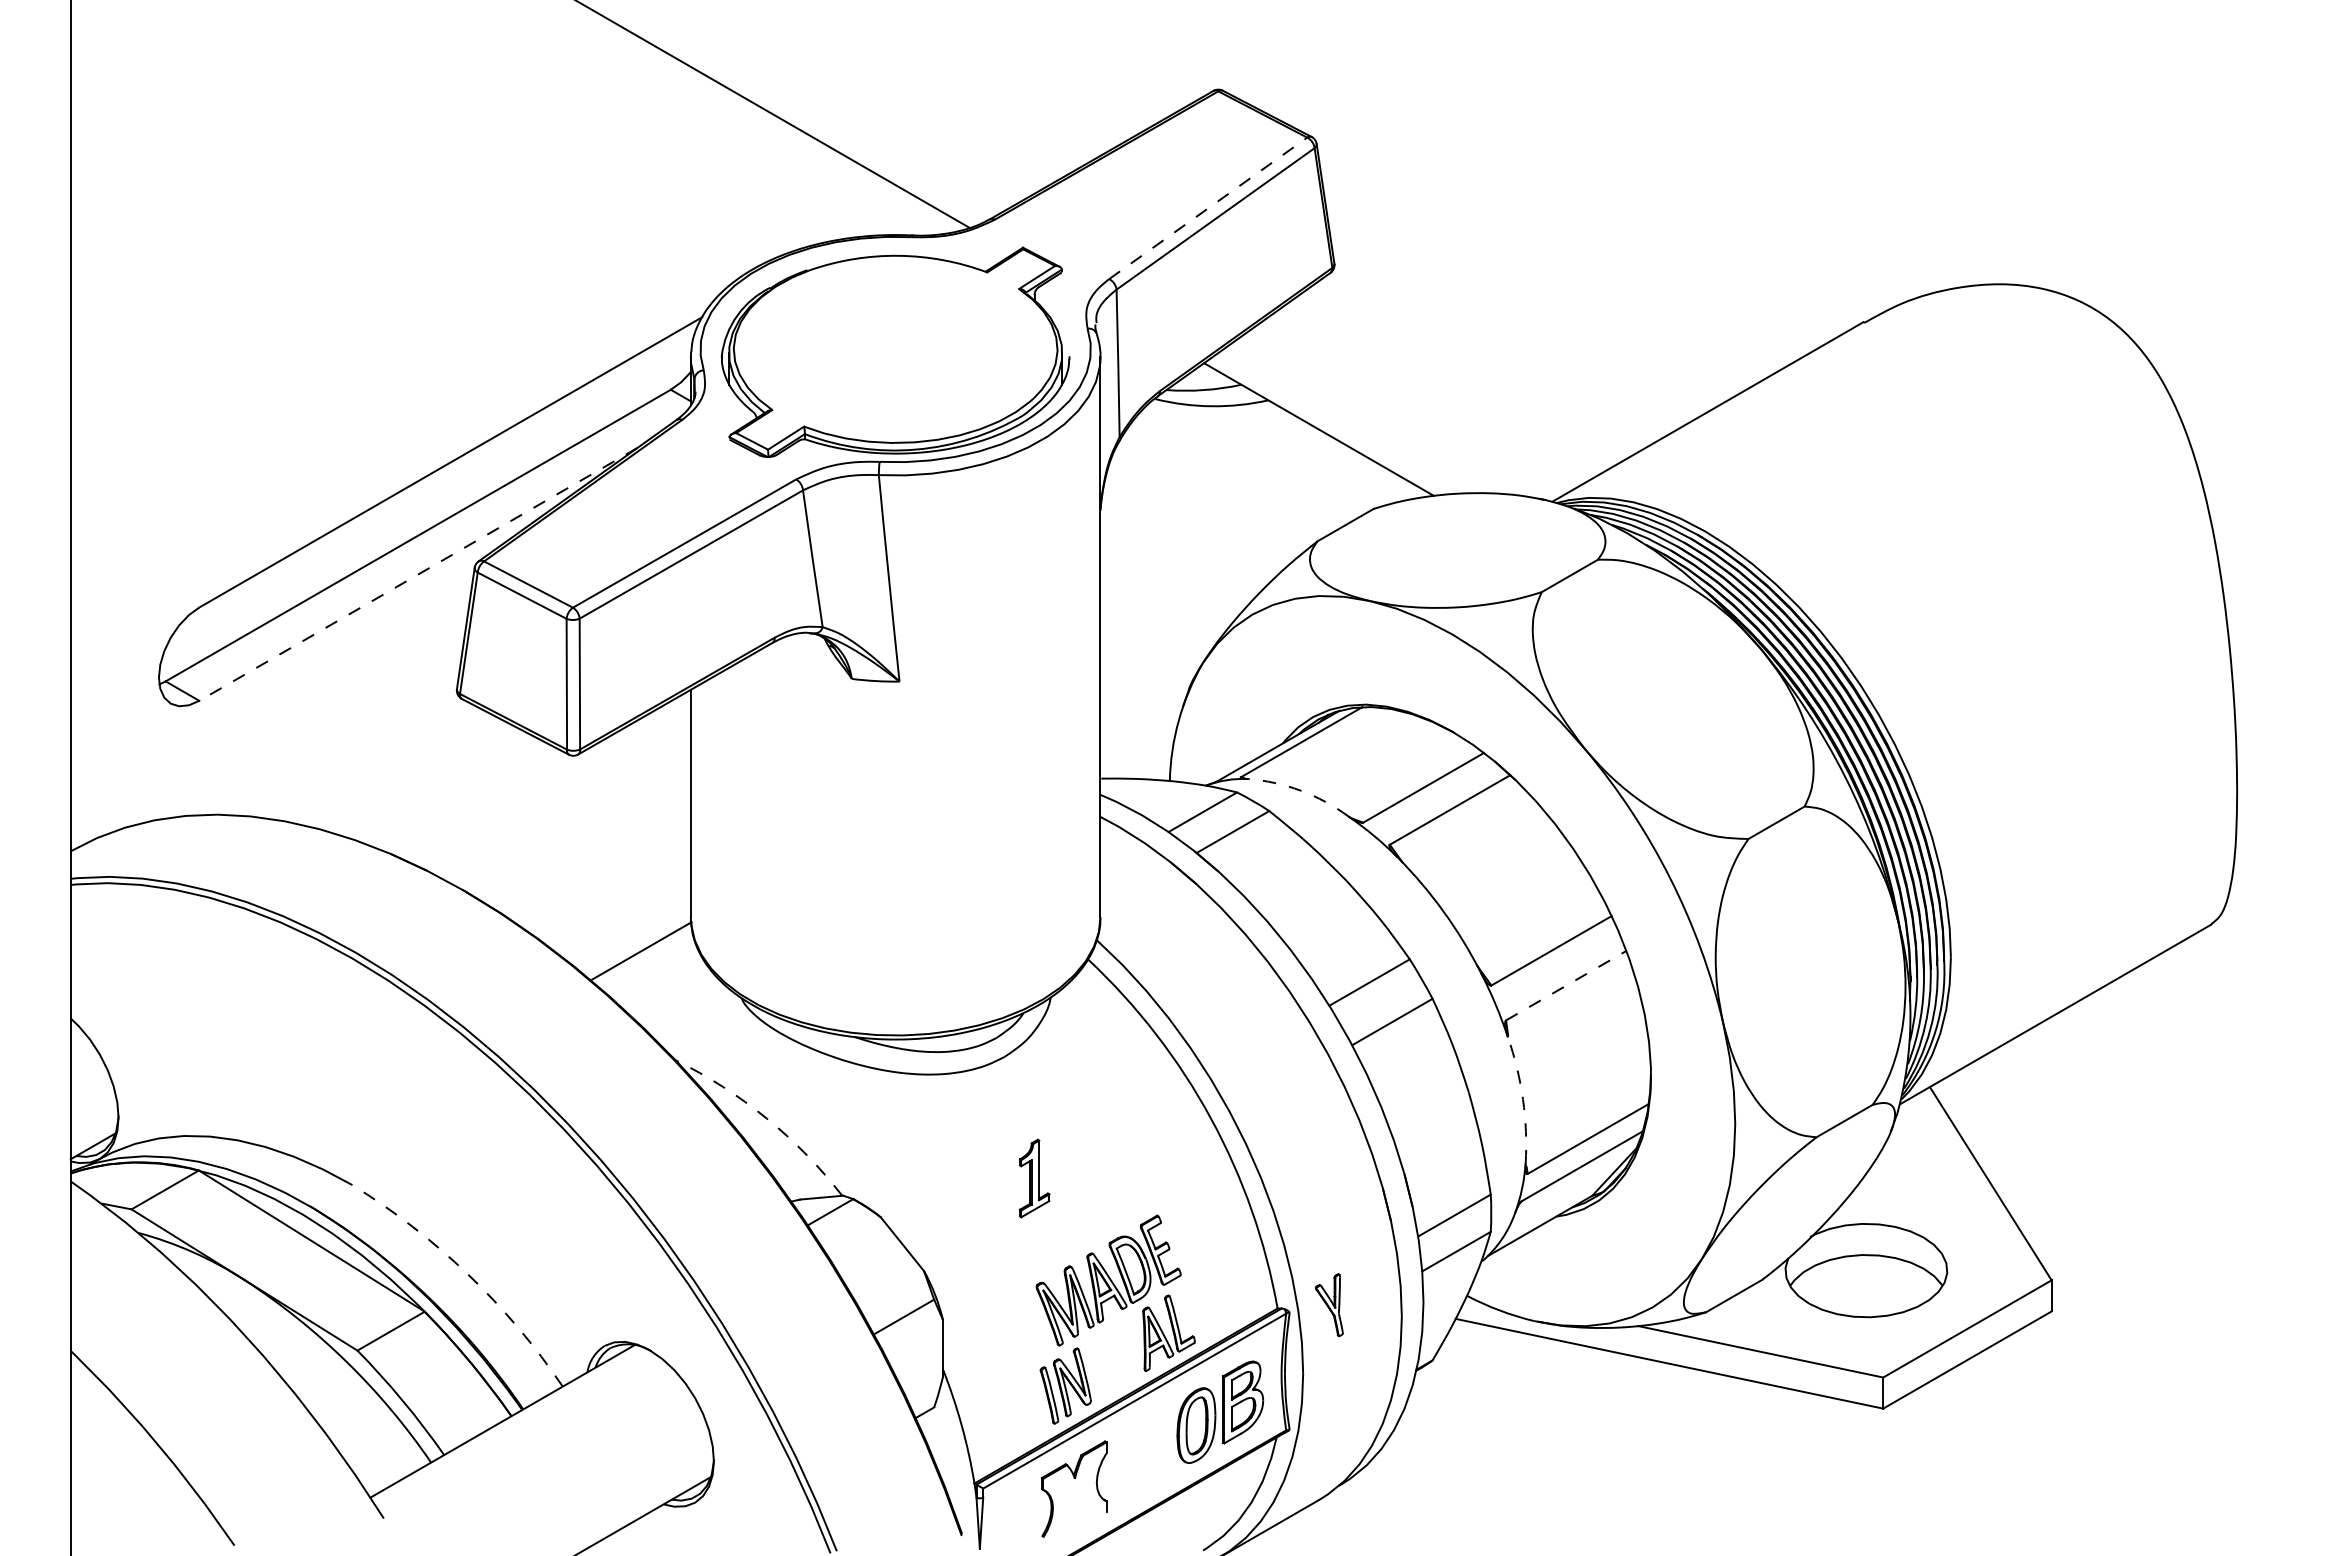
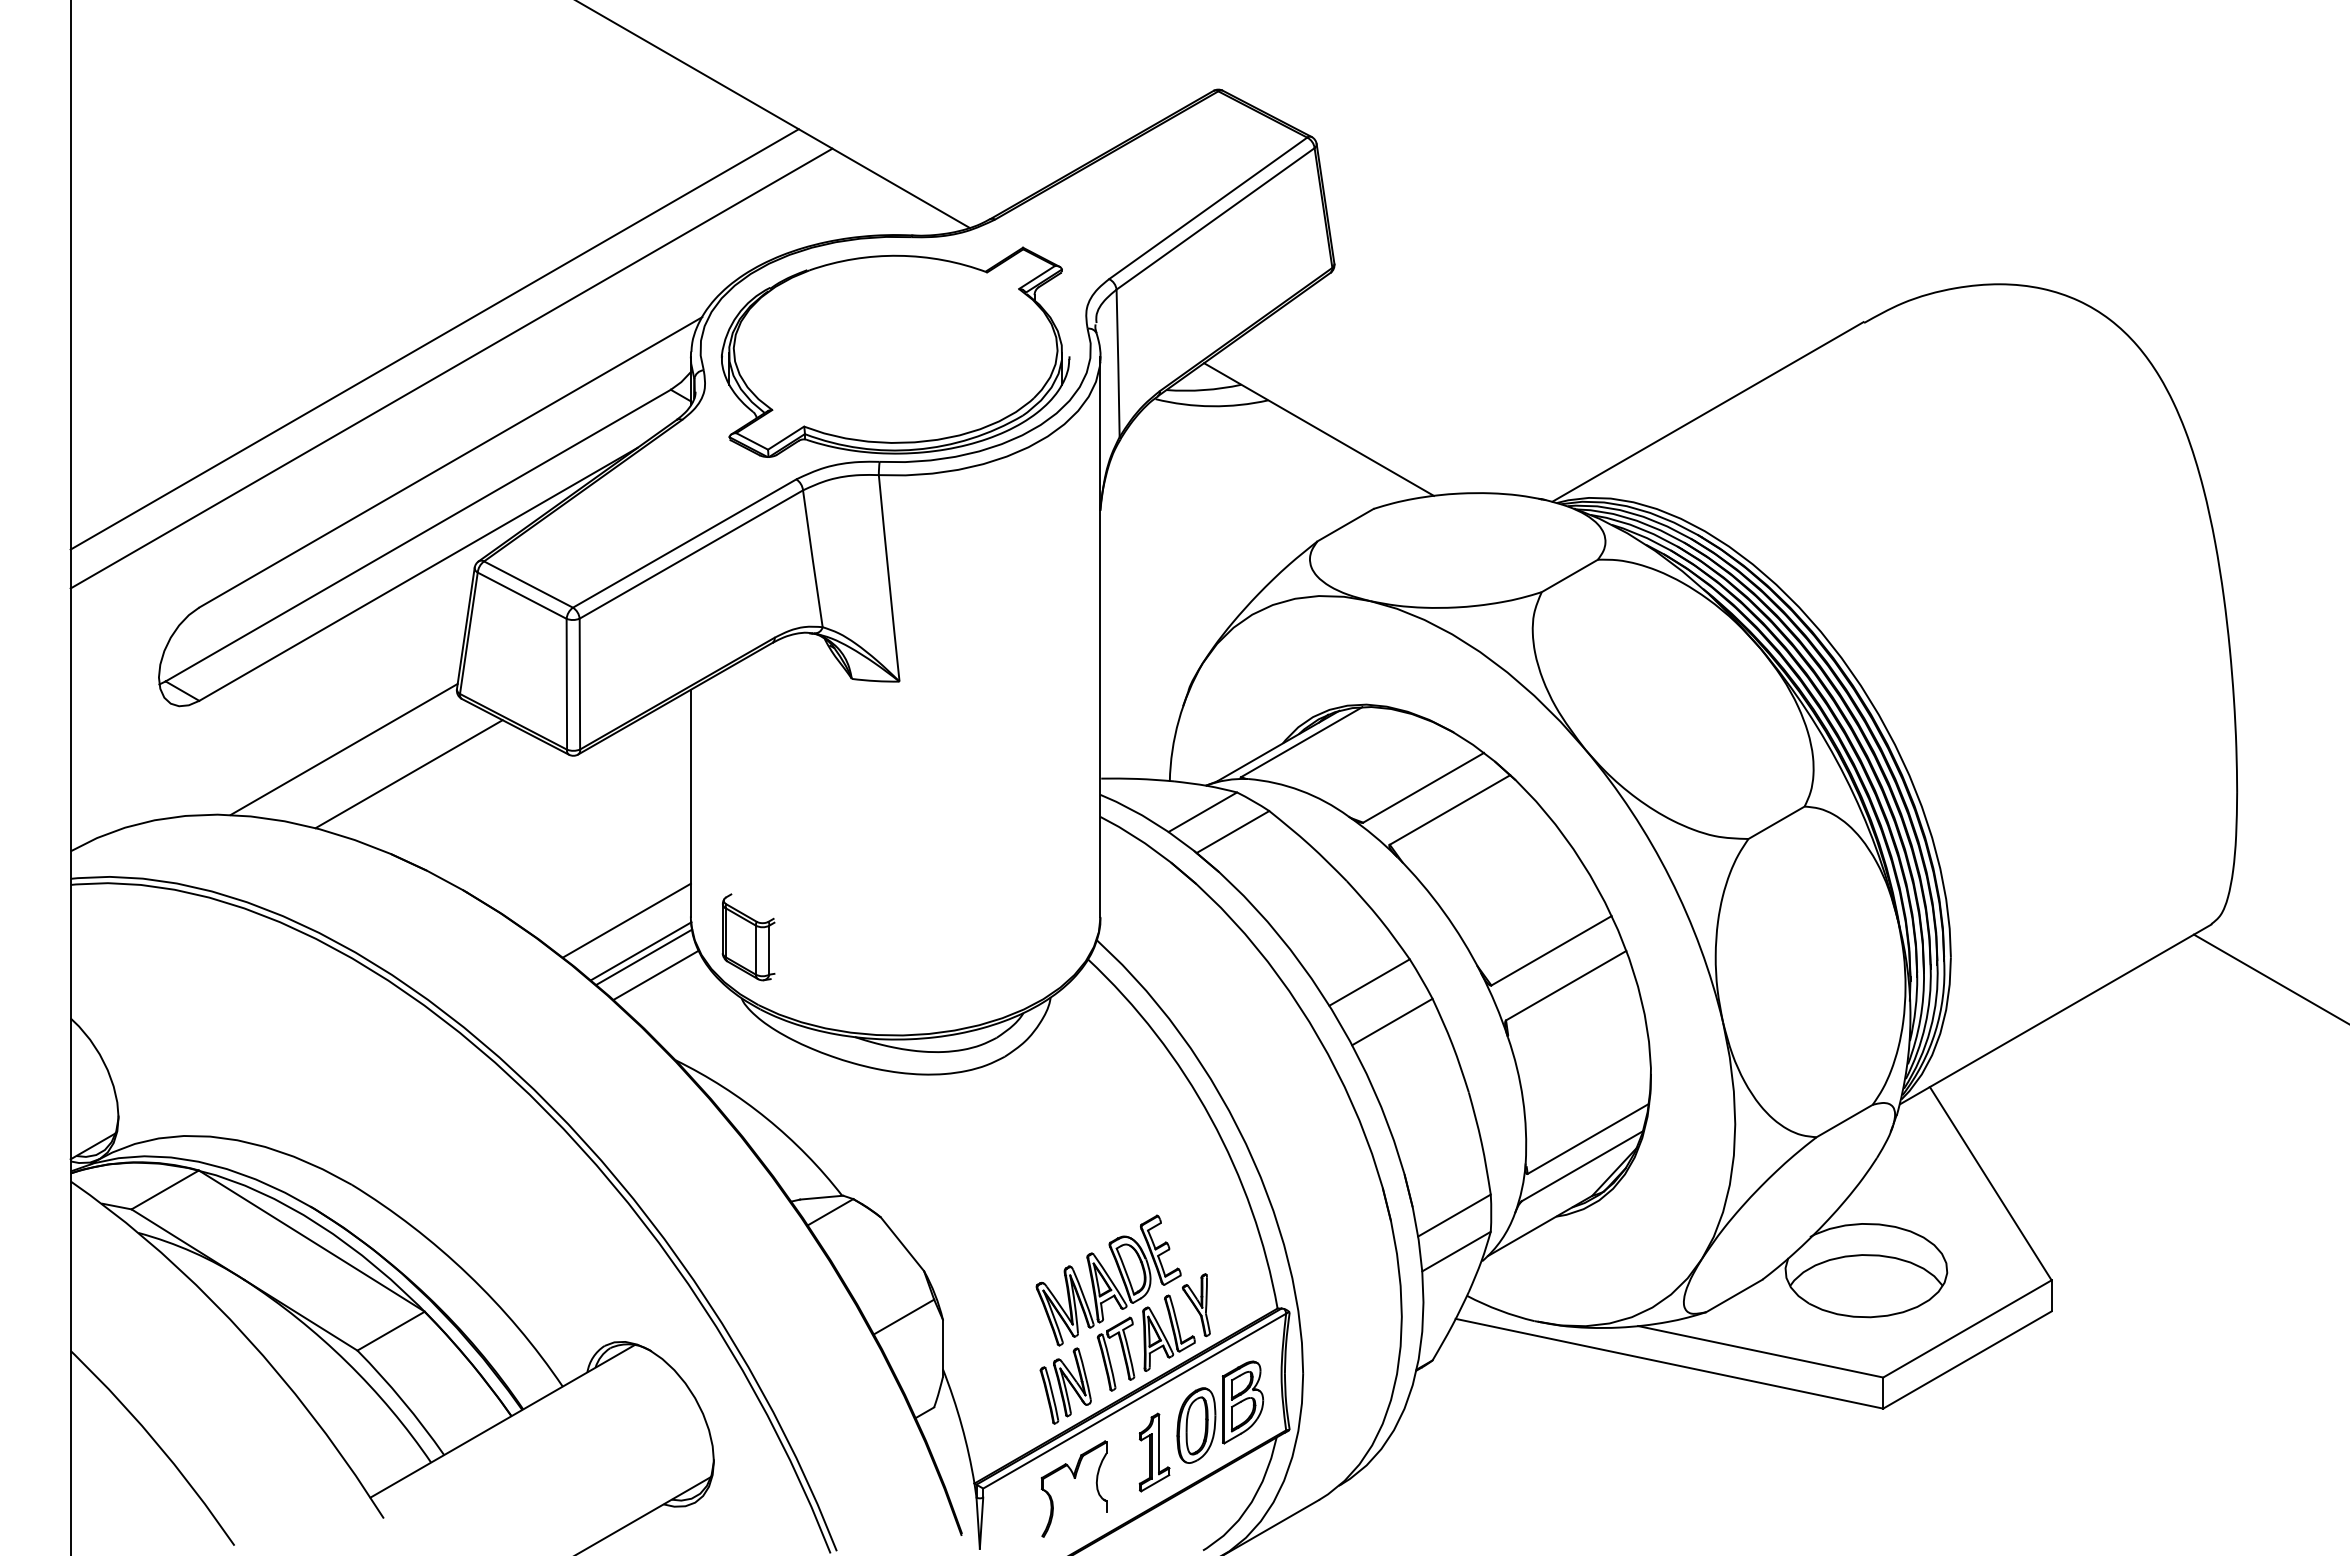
line at (1208, 208): dashed -> solid
line at (434, 339): none -> present
line at (451, 368): none -> present
line at (418, 574): dashed -> solid
line at (343, 749): none -> present
line at (408, 774): none -> present
arc at (1300, 790): dashed -> solid
line at (626, 920): none -> present
part at (748, 937): none -> present
line at (644, 956): none -> present
line at (655, 974): none -> present
line at (2269, 978): none -> present
line at (1566, 985): dashed -> solid
arc at (1523, 1099): dashed -> solid
arc at (766, 1118): dashed -> solid
part at (1034, 1178) position: (1034, 1178) -> (1154, 1452)
arc at (468, 1274): dashed -> solid
part at (1329, 1305) position: (1329, 1305) -> (1196, 1305)
part at (1109, 1355): none -> present
